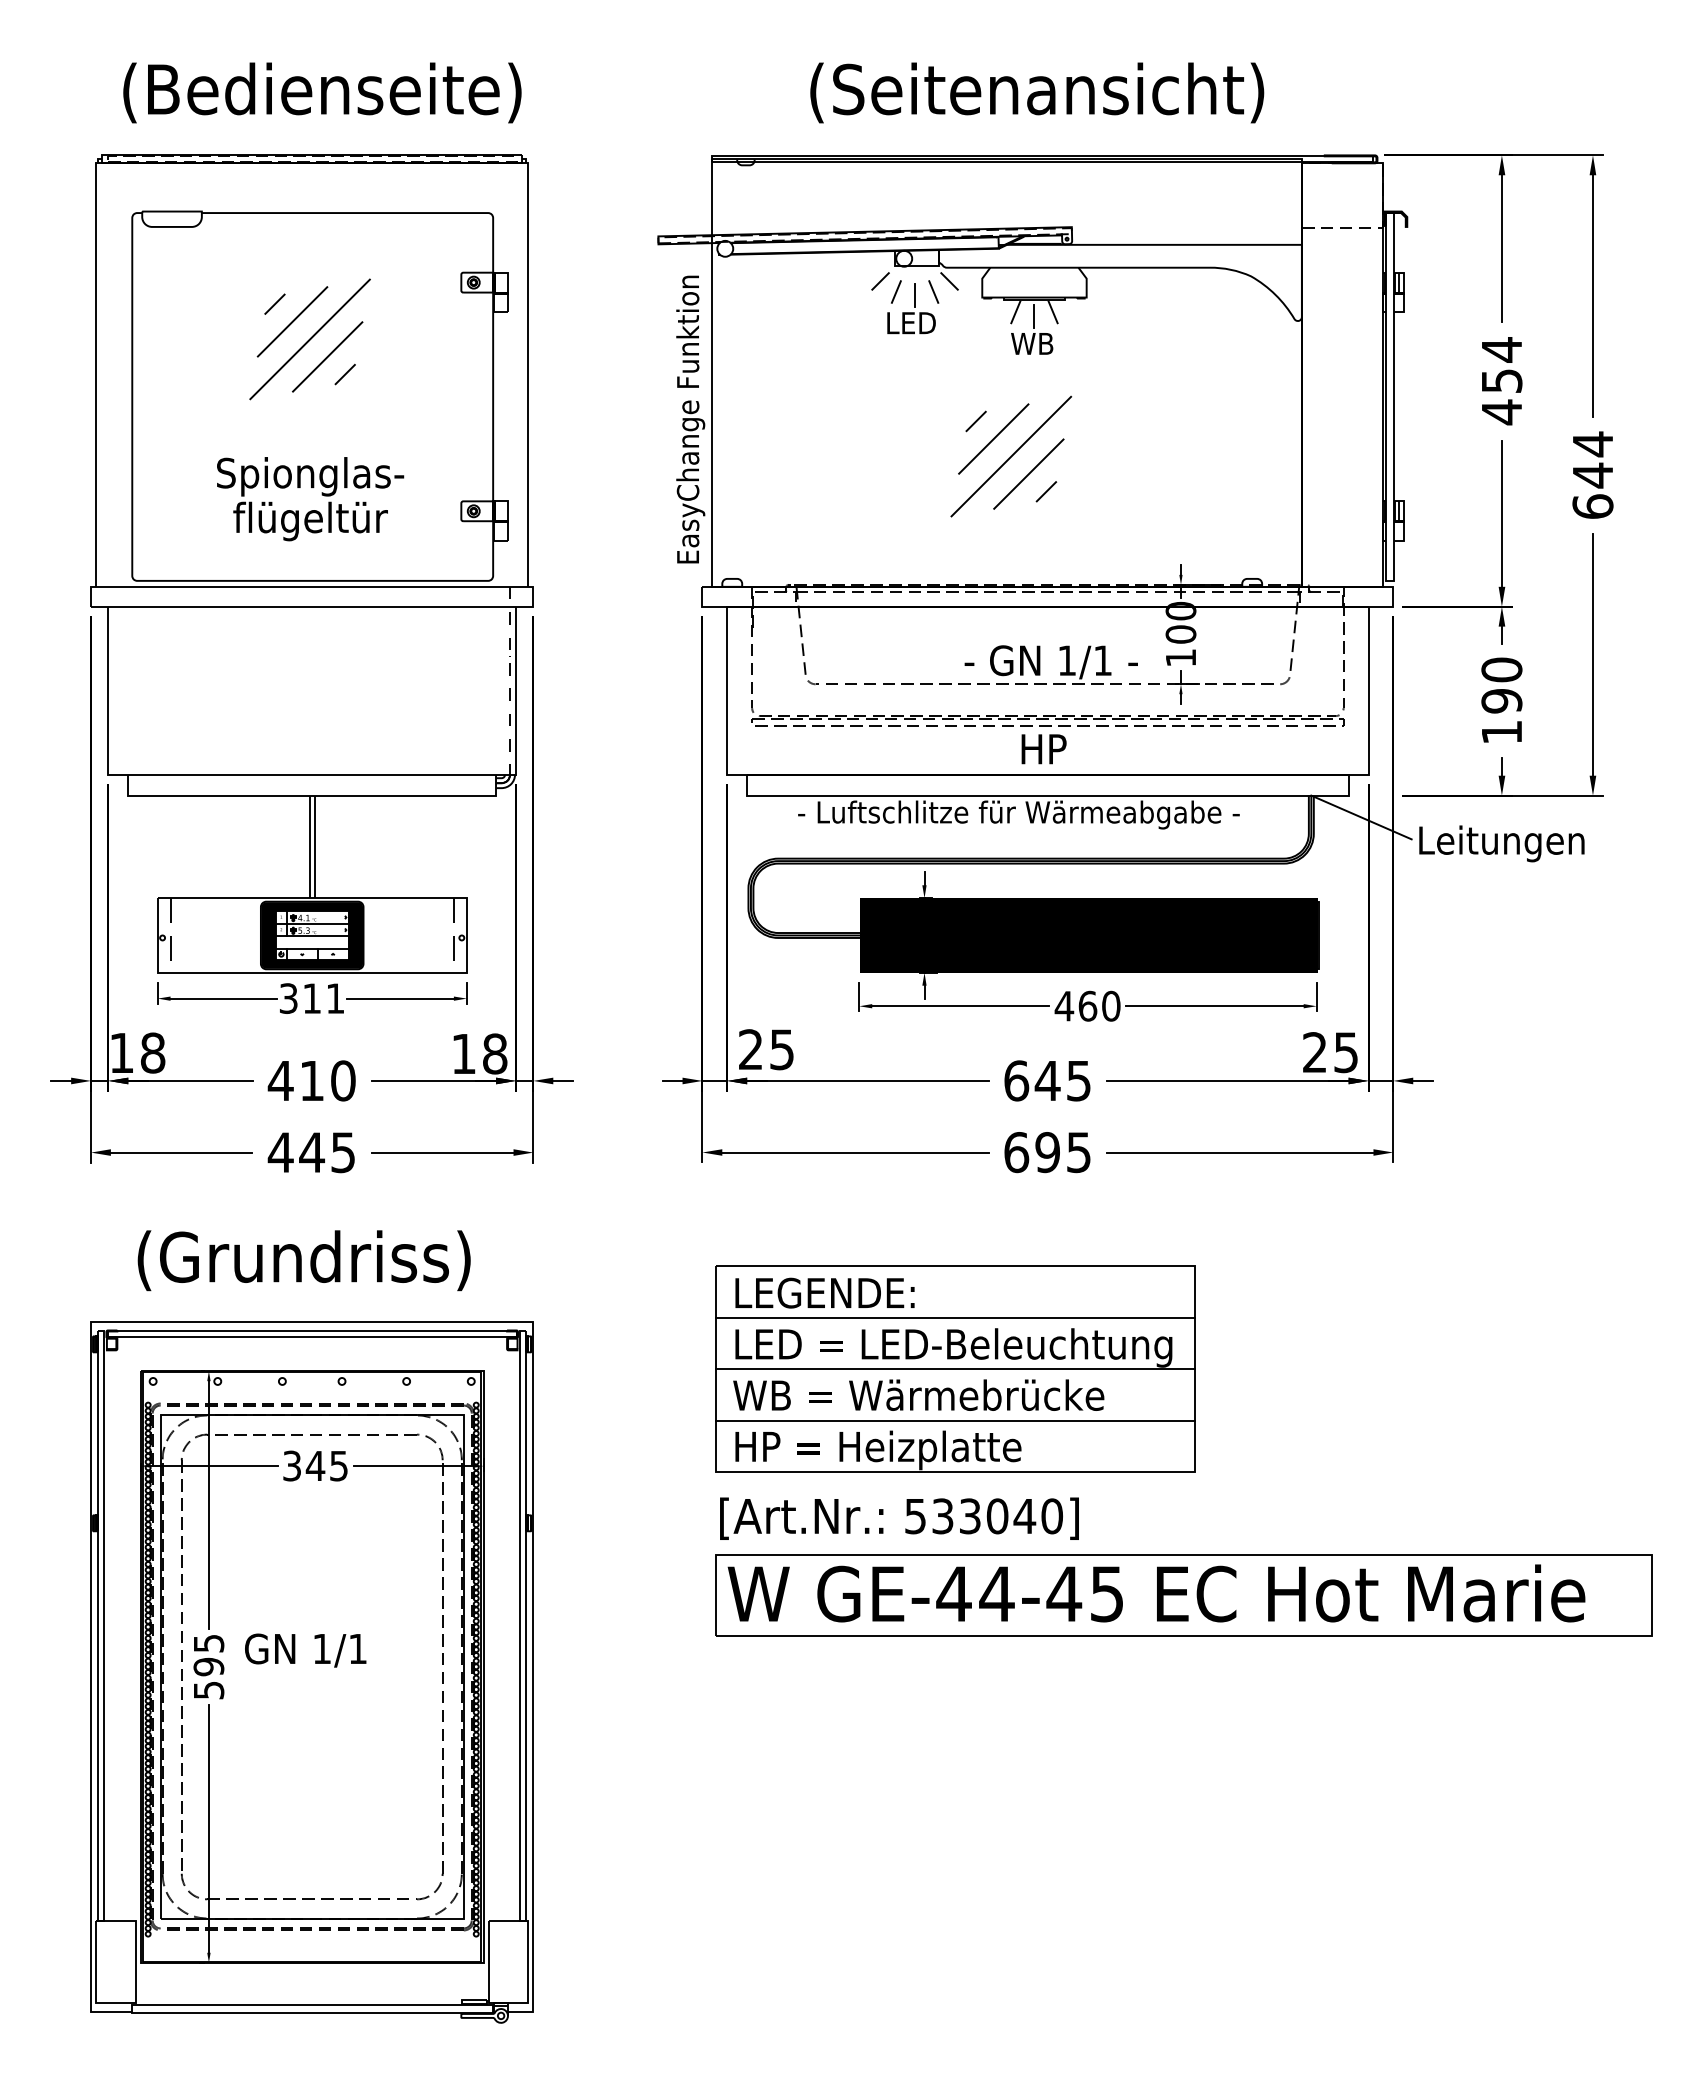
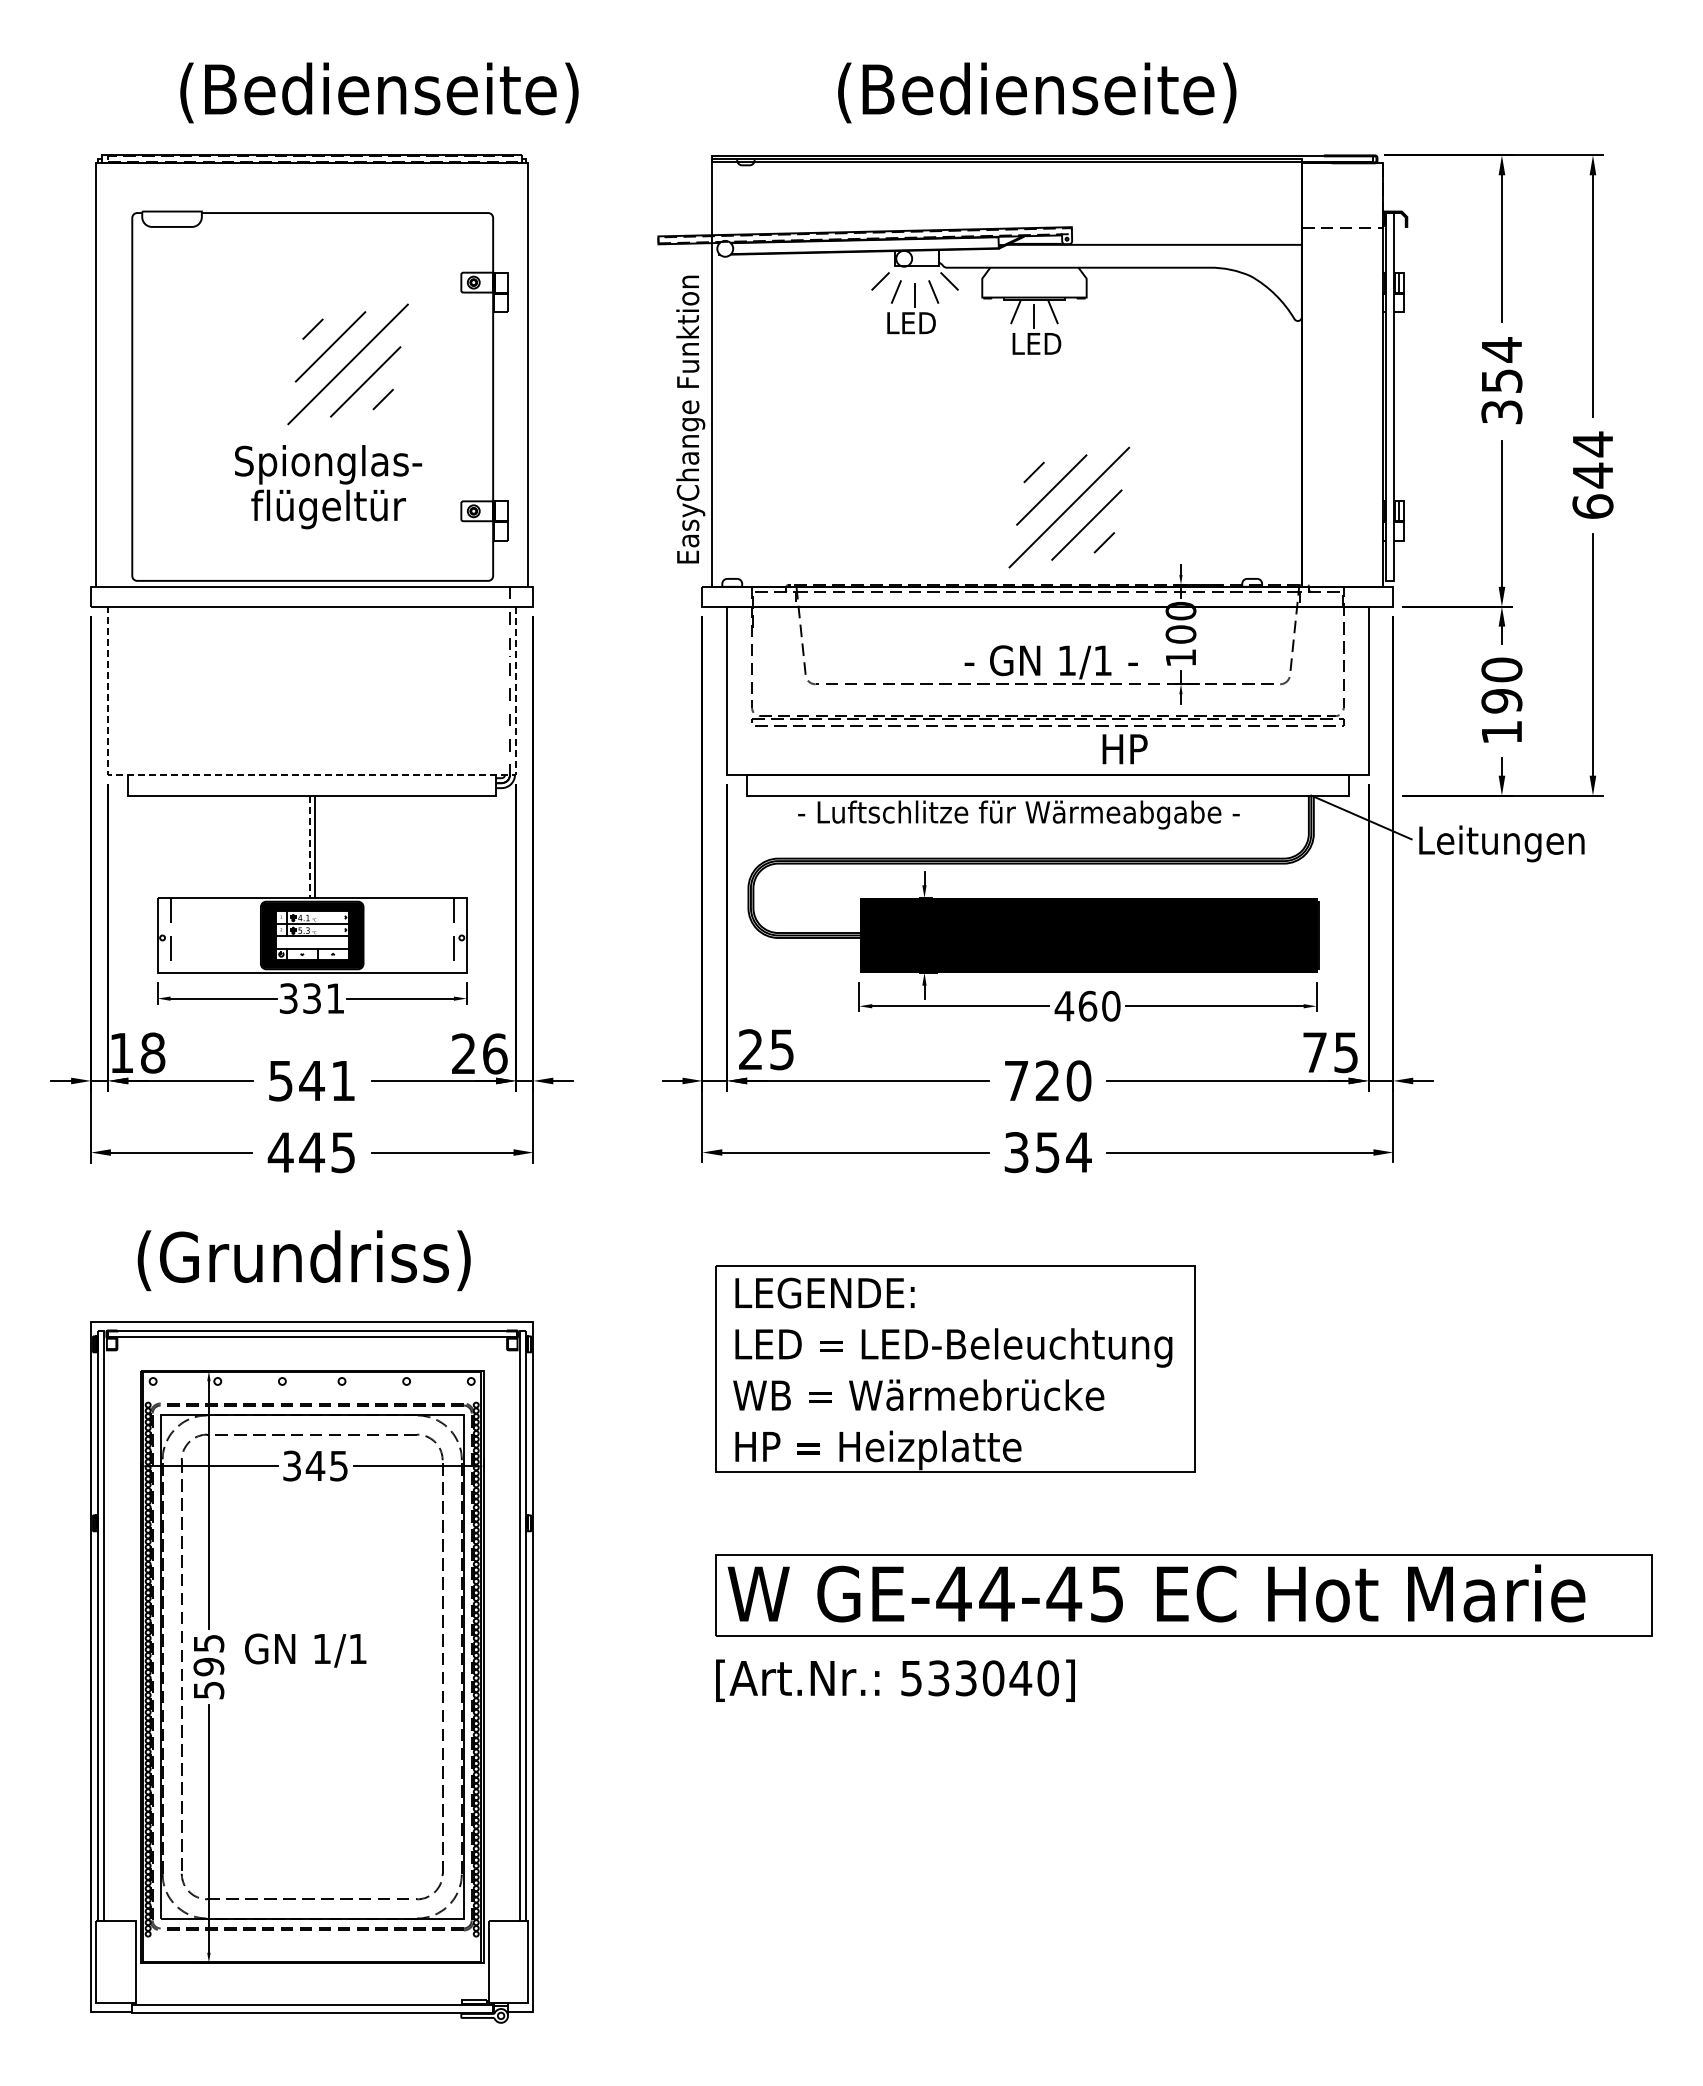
text at (322, 92) position: (322, 92) -> (379, 92)
text at (1037, 92): (Seitenansicht) -> (Bedienseite)
part at (309, 339) position: (309, 339) -> (347, 364)
text at (1036, 343): WB -> LED
text at (1501, 412): 454 -> 354
part at (1011, 456) position: (1011, 456) -> (1069, 507)
text at (310, 499) position: (310, 499) -> (328, 487)
text at (1043, 749) position: (1043, 749) -> (1124, 749)
line at (312, 774): solid -> dashed
line at (309, 847): solid -> dashed
text at (311, 998): 311 -> 331
text at (1314, 1052): 25 -> 75
text at (479, 1053): 18 -> 26
text at (311, 1080): 410 -> 541
text at (1047, 1080): 645 -> 720
text at (1047, 1152): 695 -> 354
line at (955, 1317): present -> none
line at (955, 1369): present -> none
line at (955, 1420): present -> none
text at (899, 1518) position: (899, 1518) -> (895, 1680)
